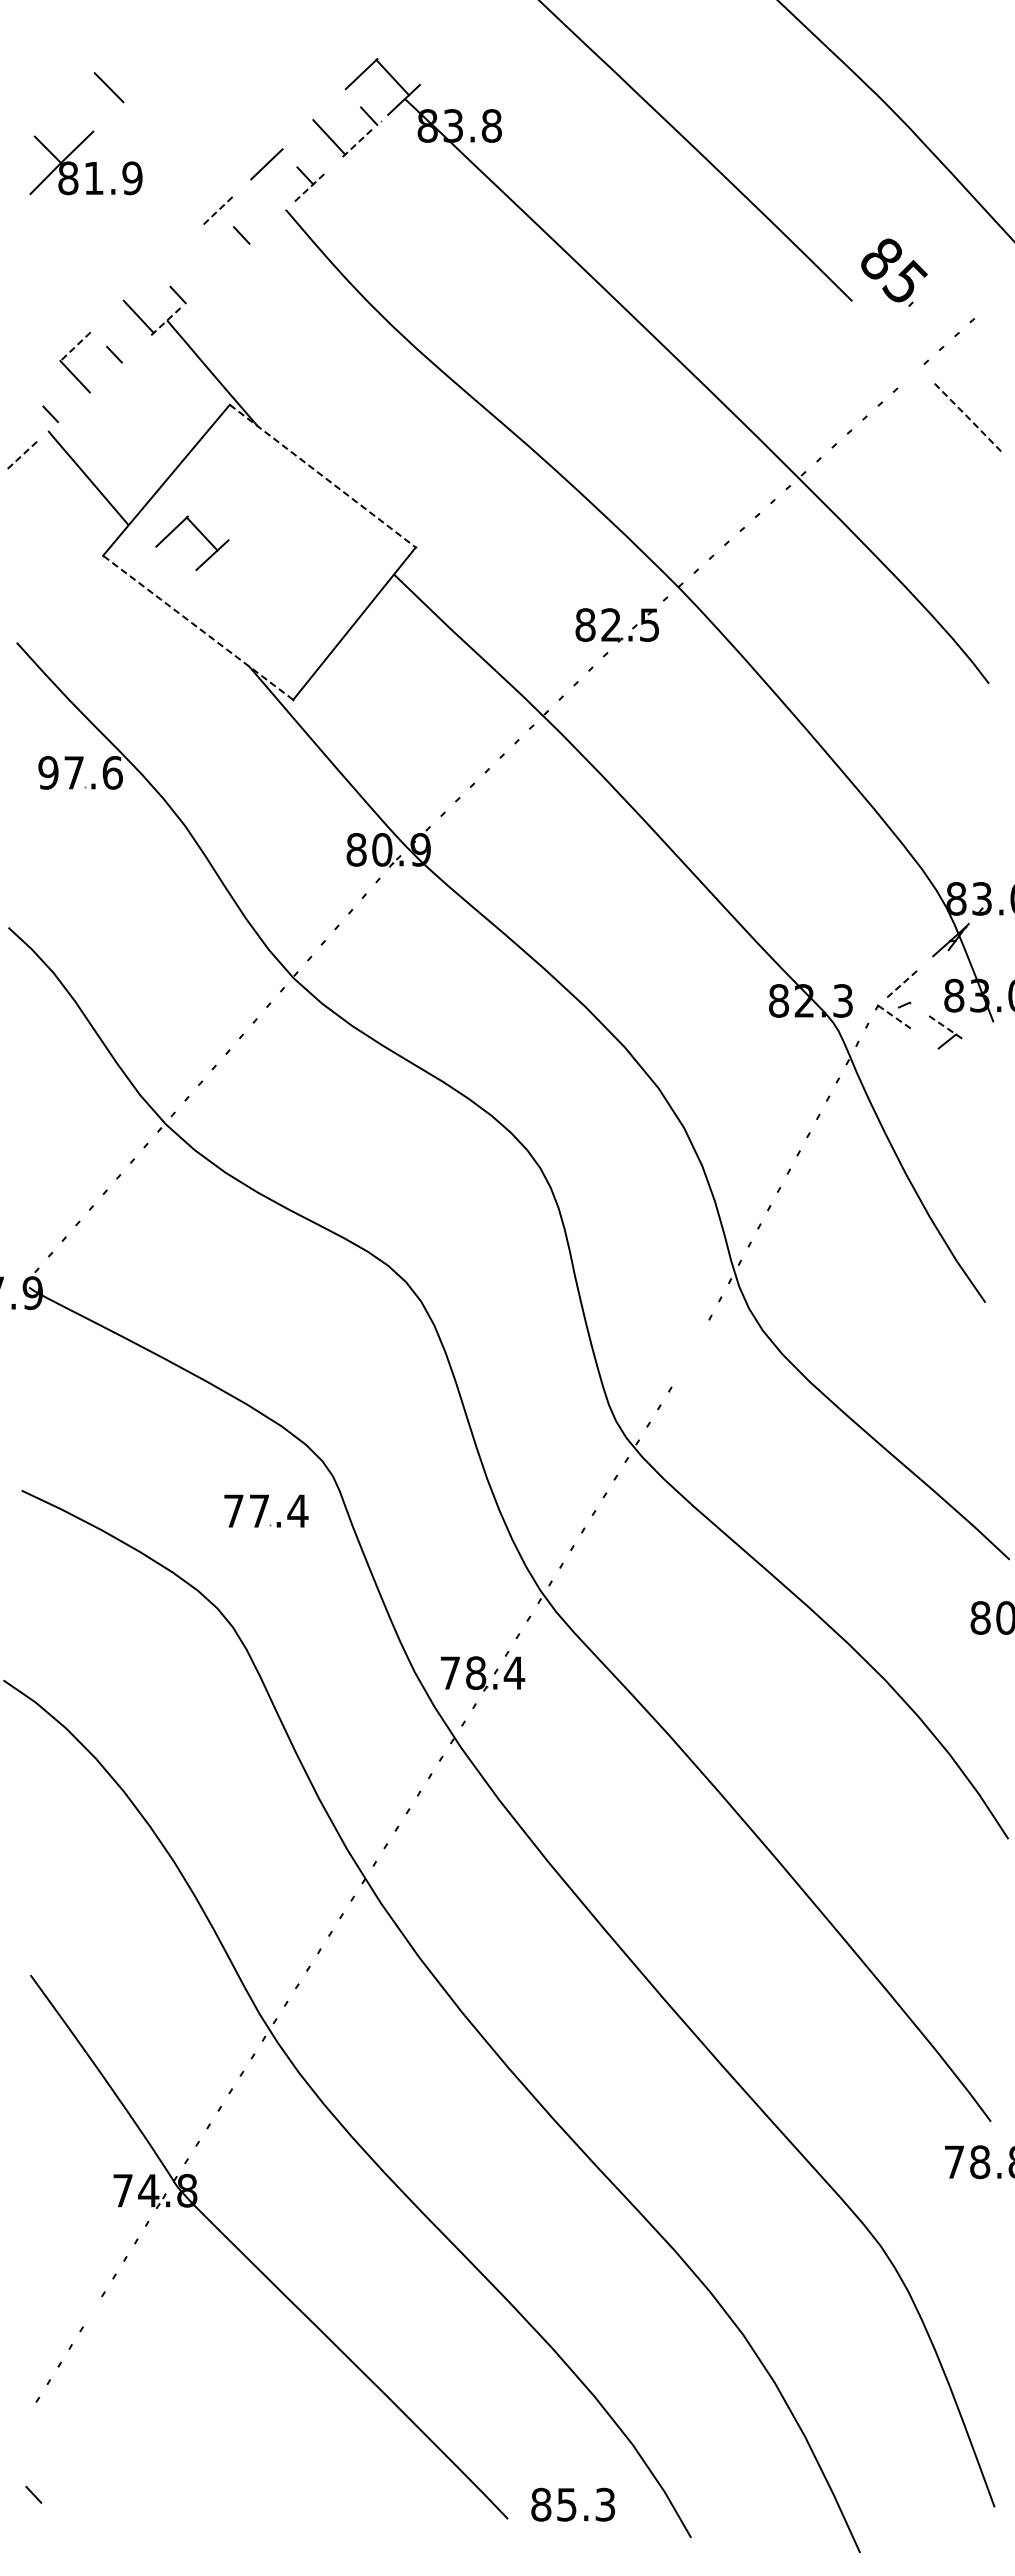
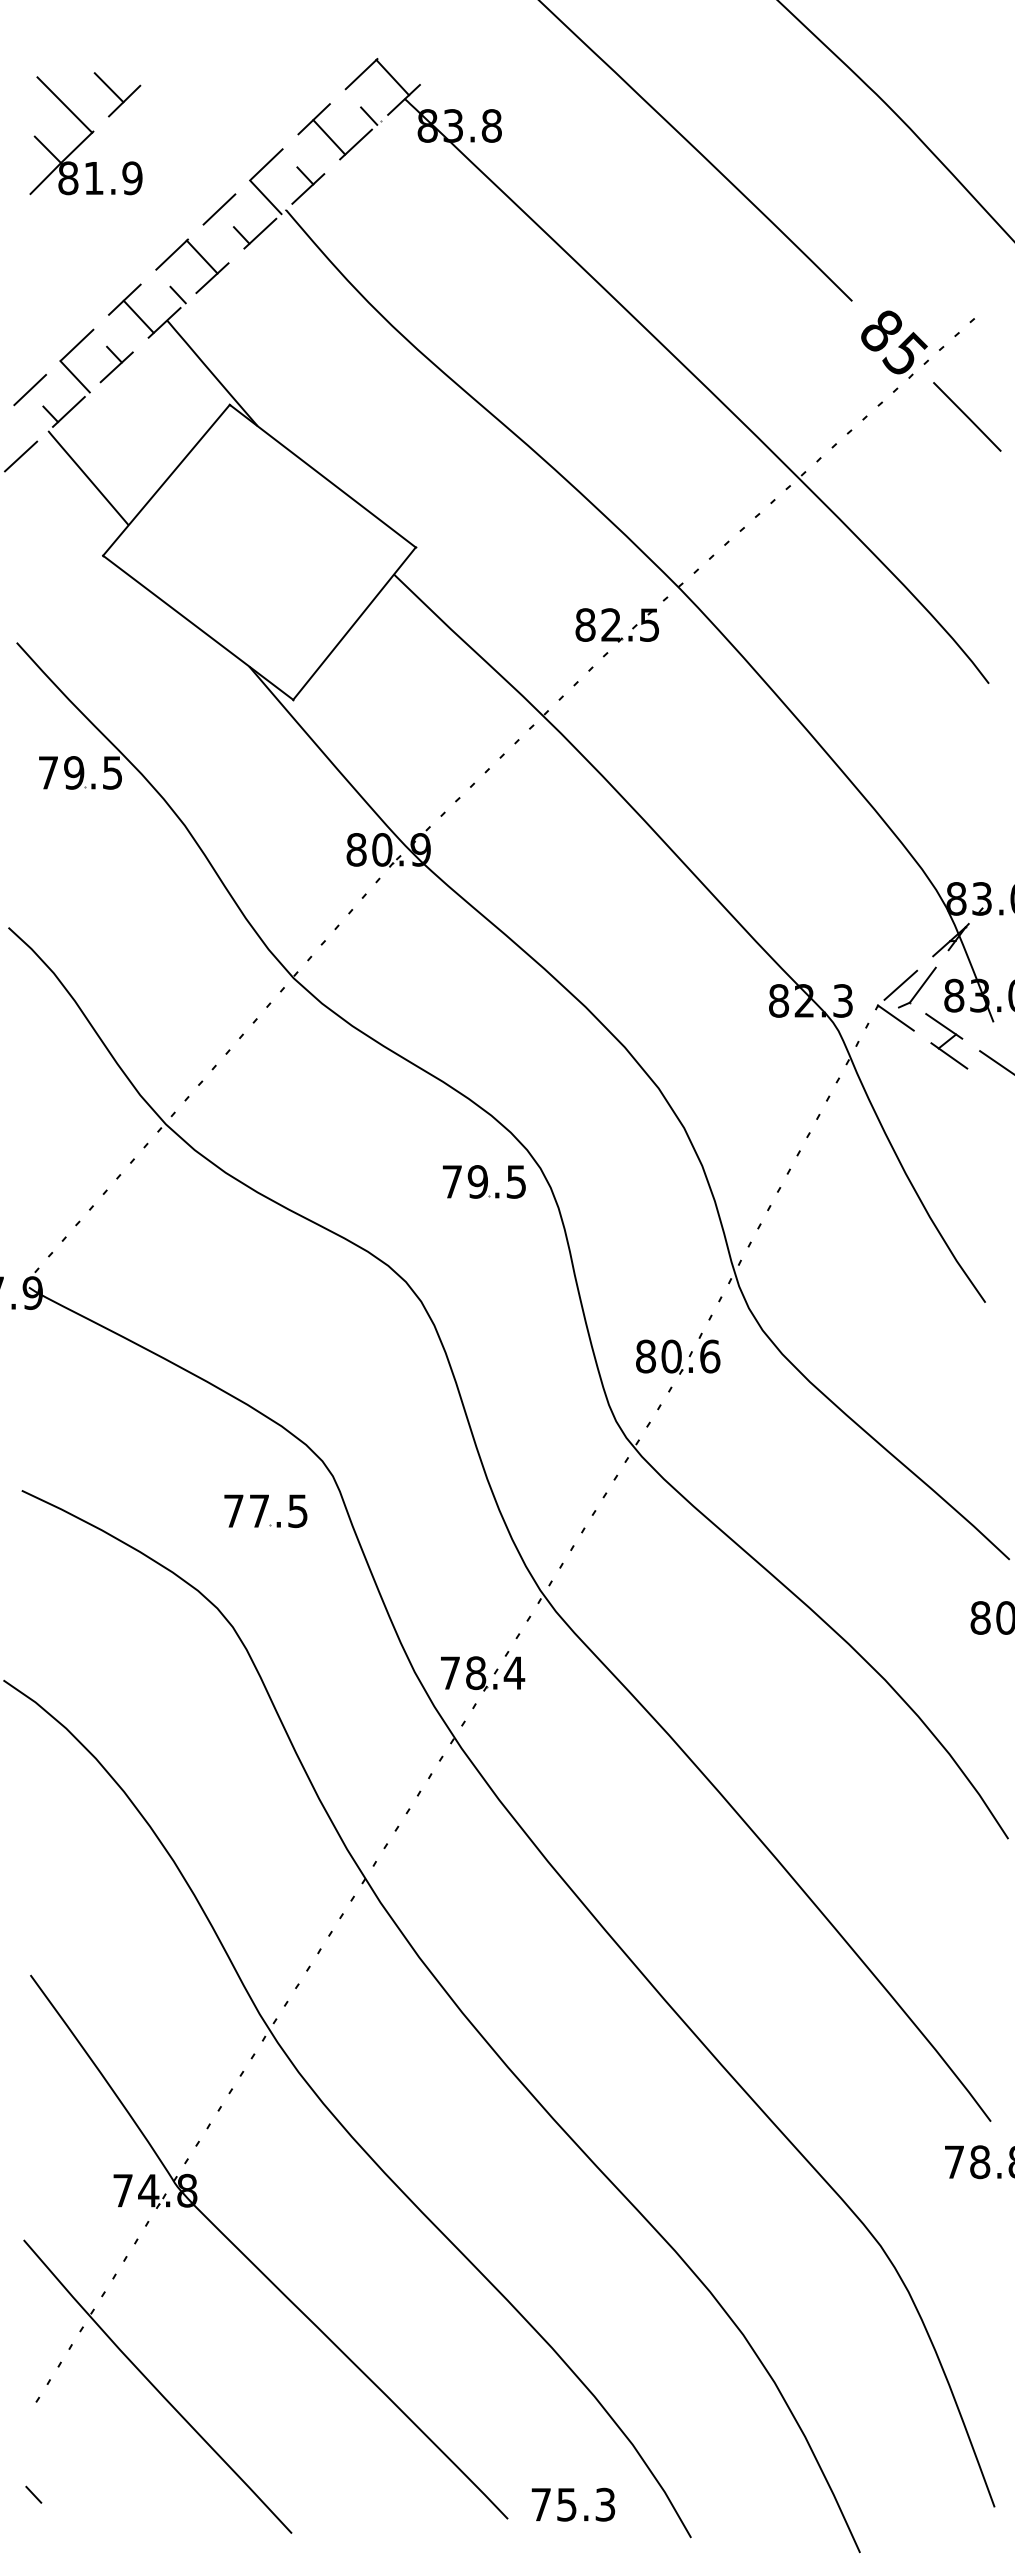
line at (124, 100): none -> present
line at (64, 104): none -> present
line at (313, 119): none -> present
line at (356, 144): dashed -> solid
line at (308, 189): dashed -> solid
line at (265, 197): none -> present
line at (219, 209): dashed -> solid
line at (260, 233): none -> present
part at (894, 272) position: (894, 272) -> (894, 344)
line at (124, 299): none -> present
line at (164, 322): dashed -> solid
line at (77, 344): dashed -> solid
line at (116, 367): none -> present
line at (29, 390): none -> present
line at (68, 411): none -> present
line at (967, 416): dashed -> solid
line at (21, 456): dashed -> solid
line at (323, 476): dashed -> solid
part at (201, 534) position: (201, 534) -> (201, 257)
line at (197, 627): dashed -> solid
text at (80, 772): 97.6 -> 79.5
line at (922, 984): none -> present
line at (900, 985): dashed -> solid
line at (895, 1018): dashed -> solid
line at (944, 1026): dashed -> solid
line at (949, 1055): none -> present
line at (995, 1061): none -> present
part at (484, 1181): none -> present
part at (678, 1353): none -> present
text at (297, 1511): 77.4 -> 77.5
part at (157, 2386): none -> present
text at (541, 2504): 85.3 -> 75.3
